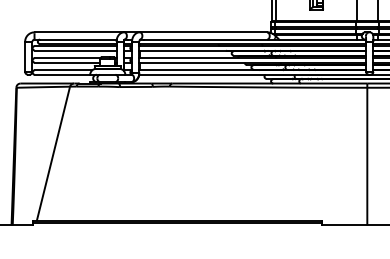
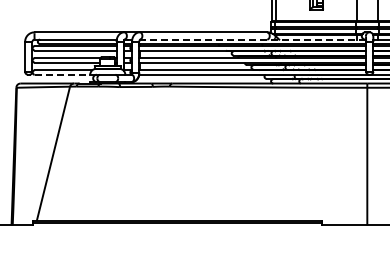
line at (254, 39): solid -> dashed
line at (62, 74): solid -> dashed
